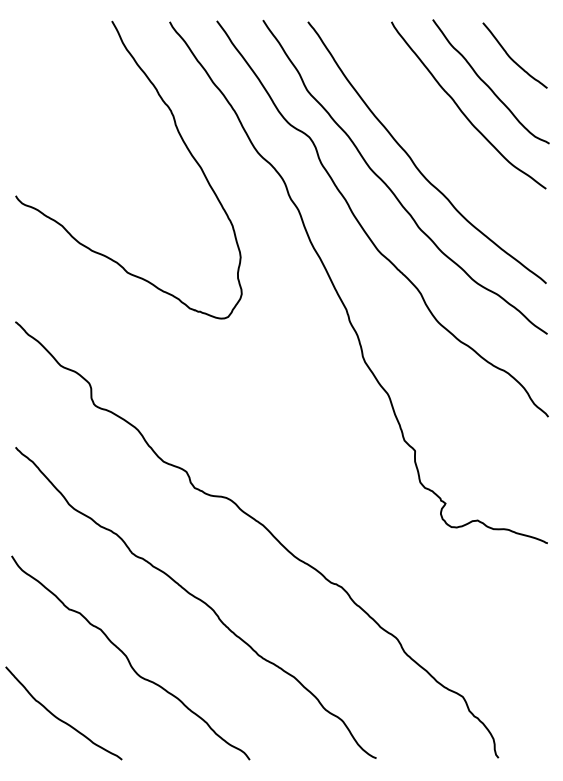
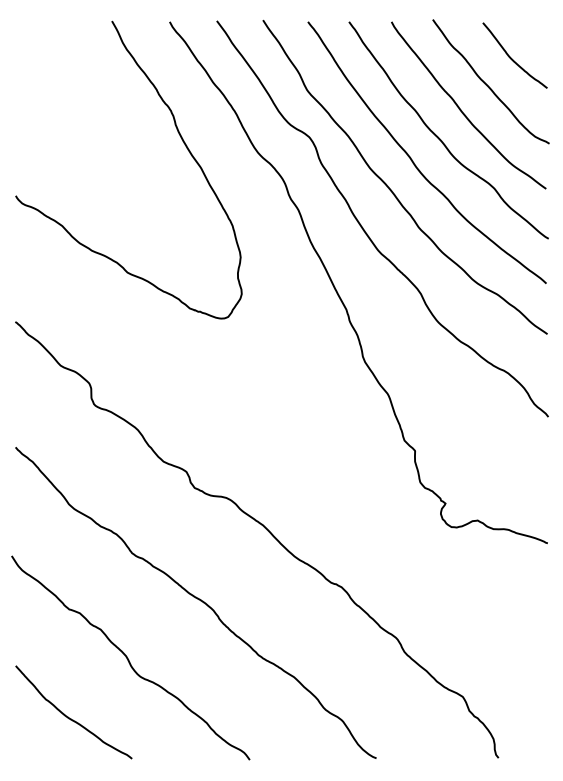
curve at (440, 138): none -> present
curve at (61, 719) position: (61, 719) -> (71, 718)
